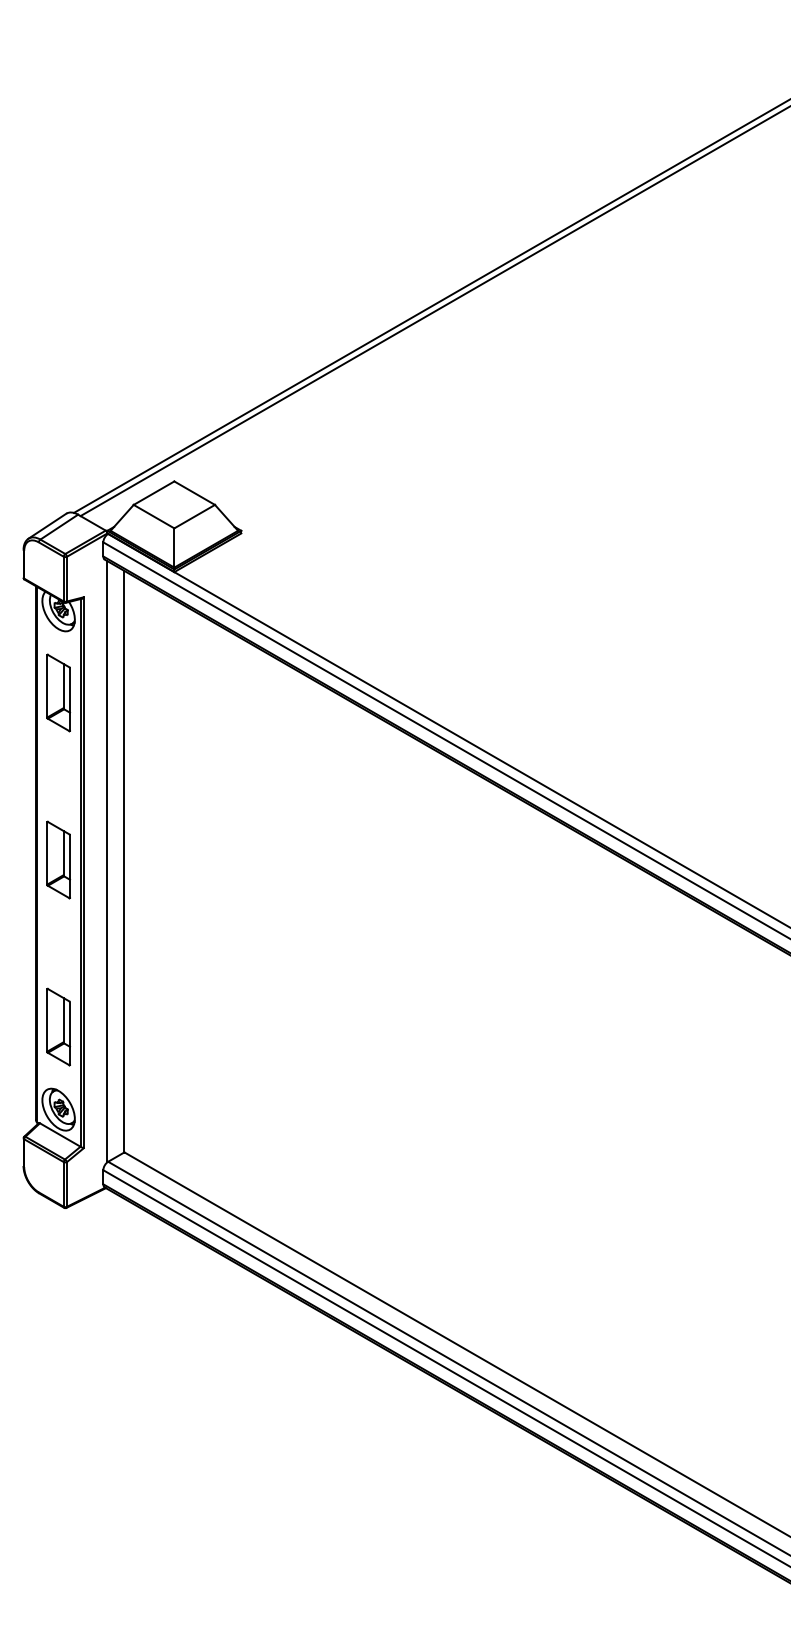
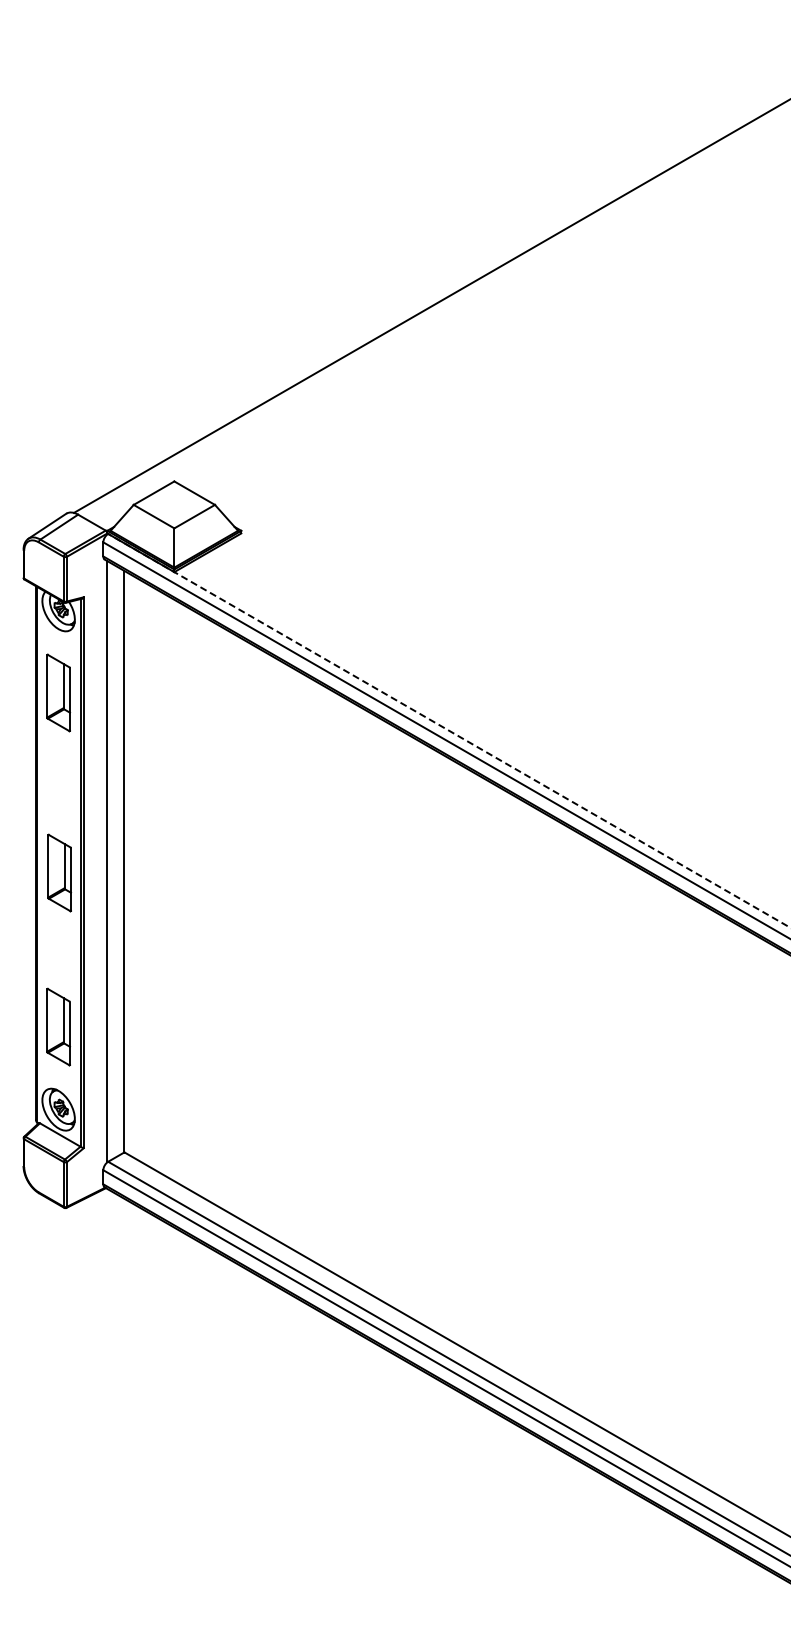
line at (433, 312): present -> none
line at (449, 730): solid -> dashed
part at (58, 859) position: (58, 859) -> (59, 872)
